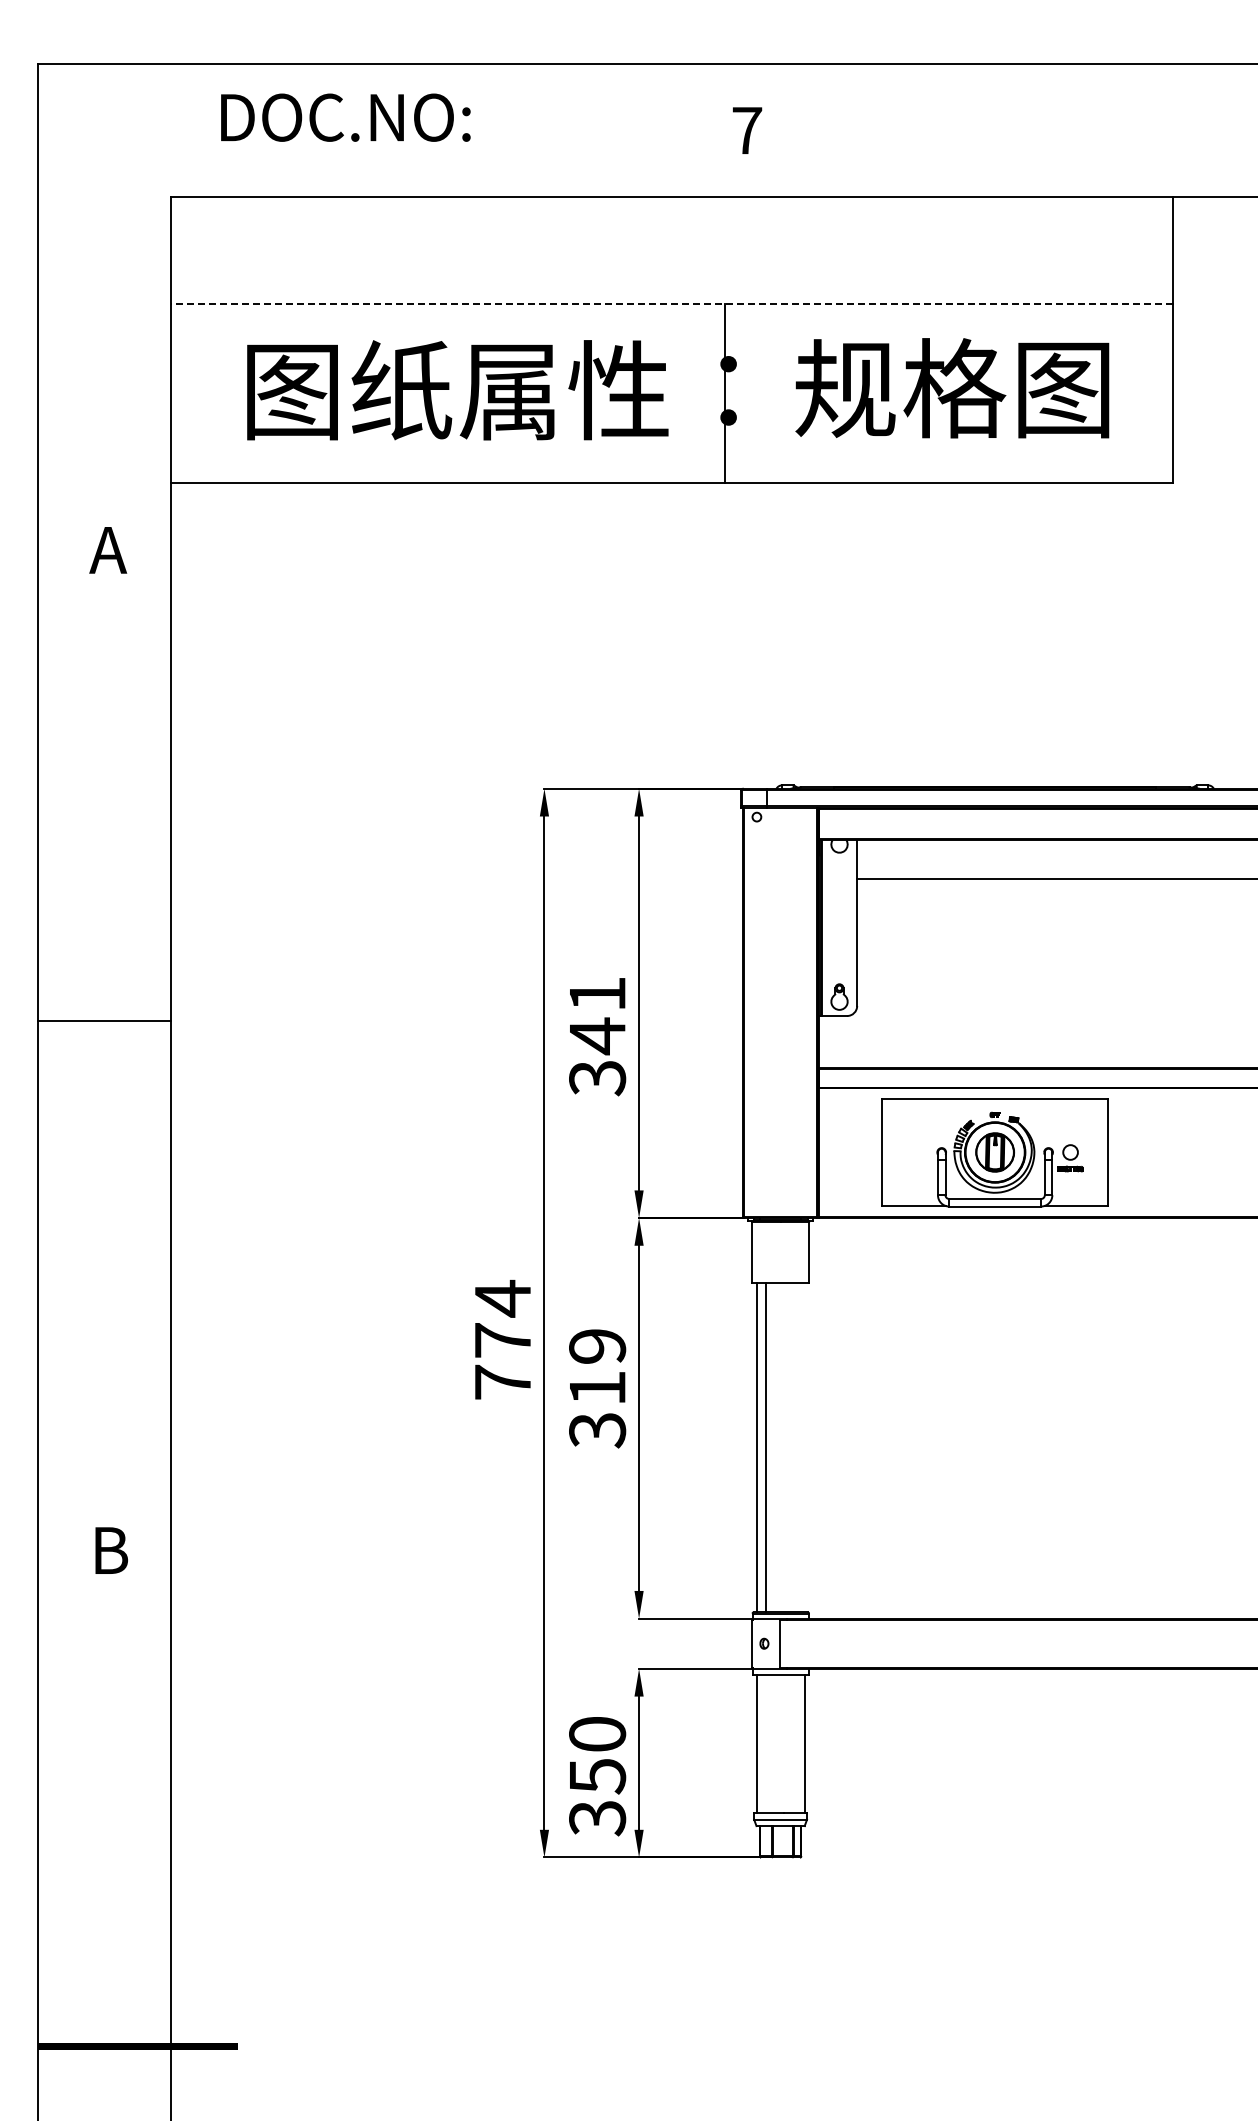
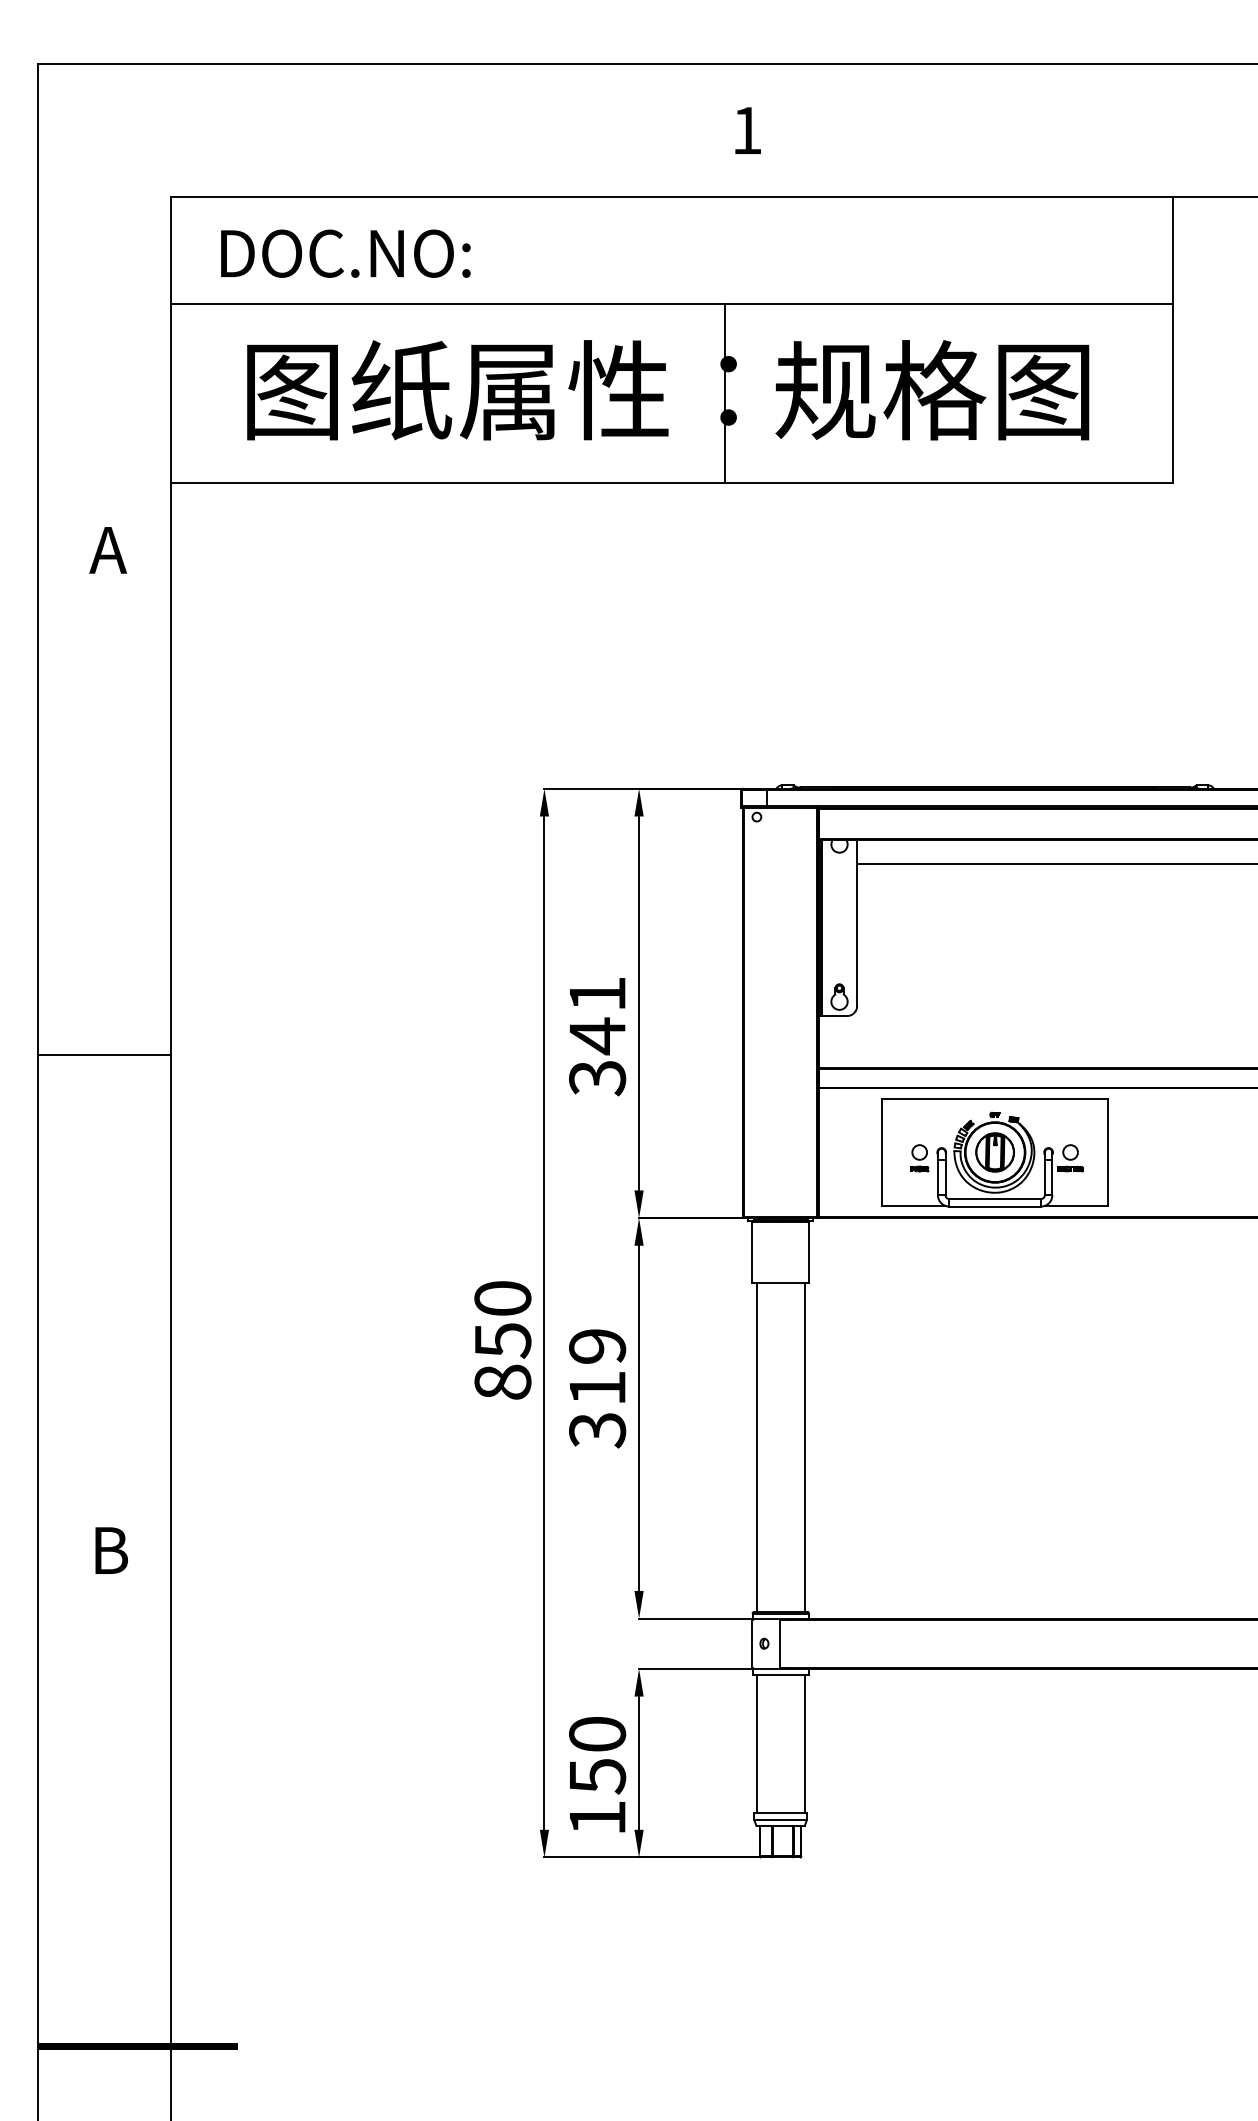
text at (345, 117) position: (345, 117) -> (345, 253)
text at (747, 130): 7 -> 1
line at (672, 303): dashed -> solid
text at (952, 388) position: (952, 388) -> (932, 390)
line at (1055, 879) position: (1055, 879) -> (1055, 864)
line at (104, 1021) position: (104, 1021) -> (104, 1055)
part at (919, 1158): none -> present
text at (502, 1339): 774 -> 850
line at (765, 1447) position: (765, 1447) -> (804, 1447)
text at (597, 1818): 350 -> 150
